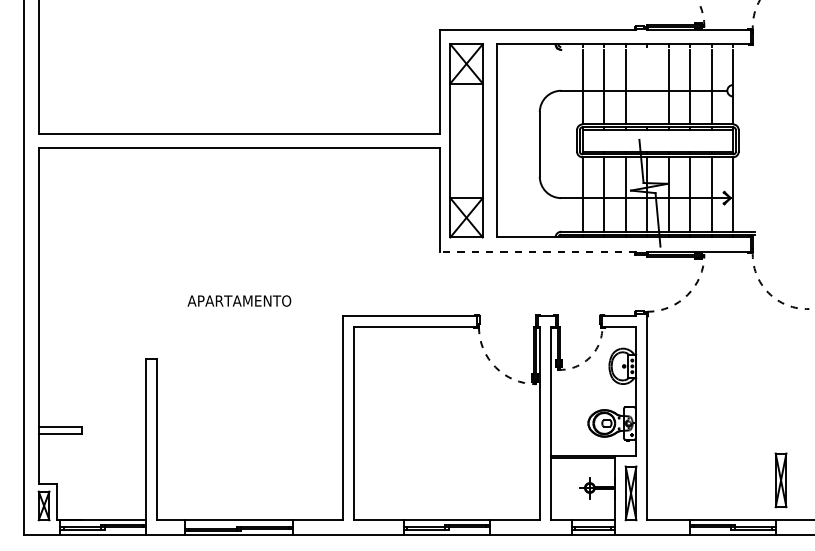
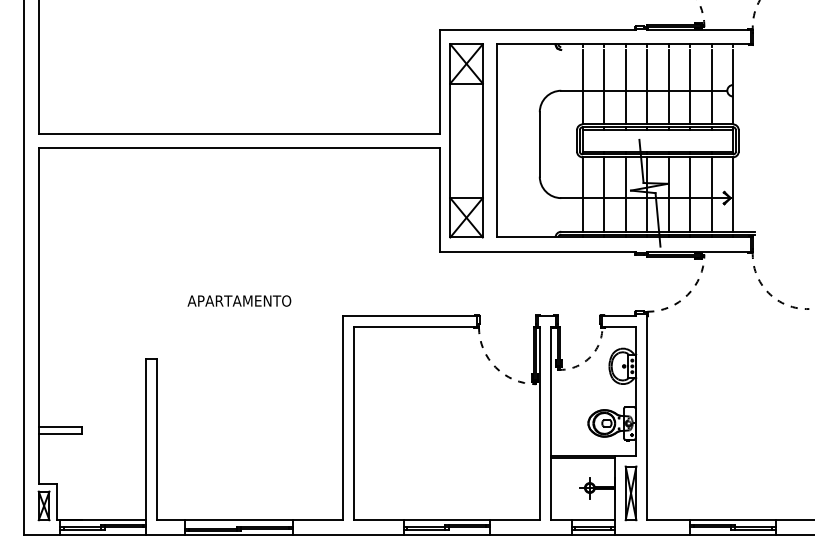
line at (647, 86): none -> present
line at (537, 251): dashed -> solid
part at (780, 480): present -> none
